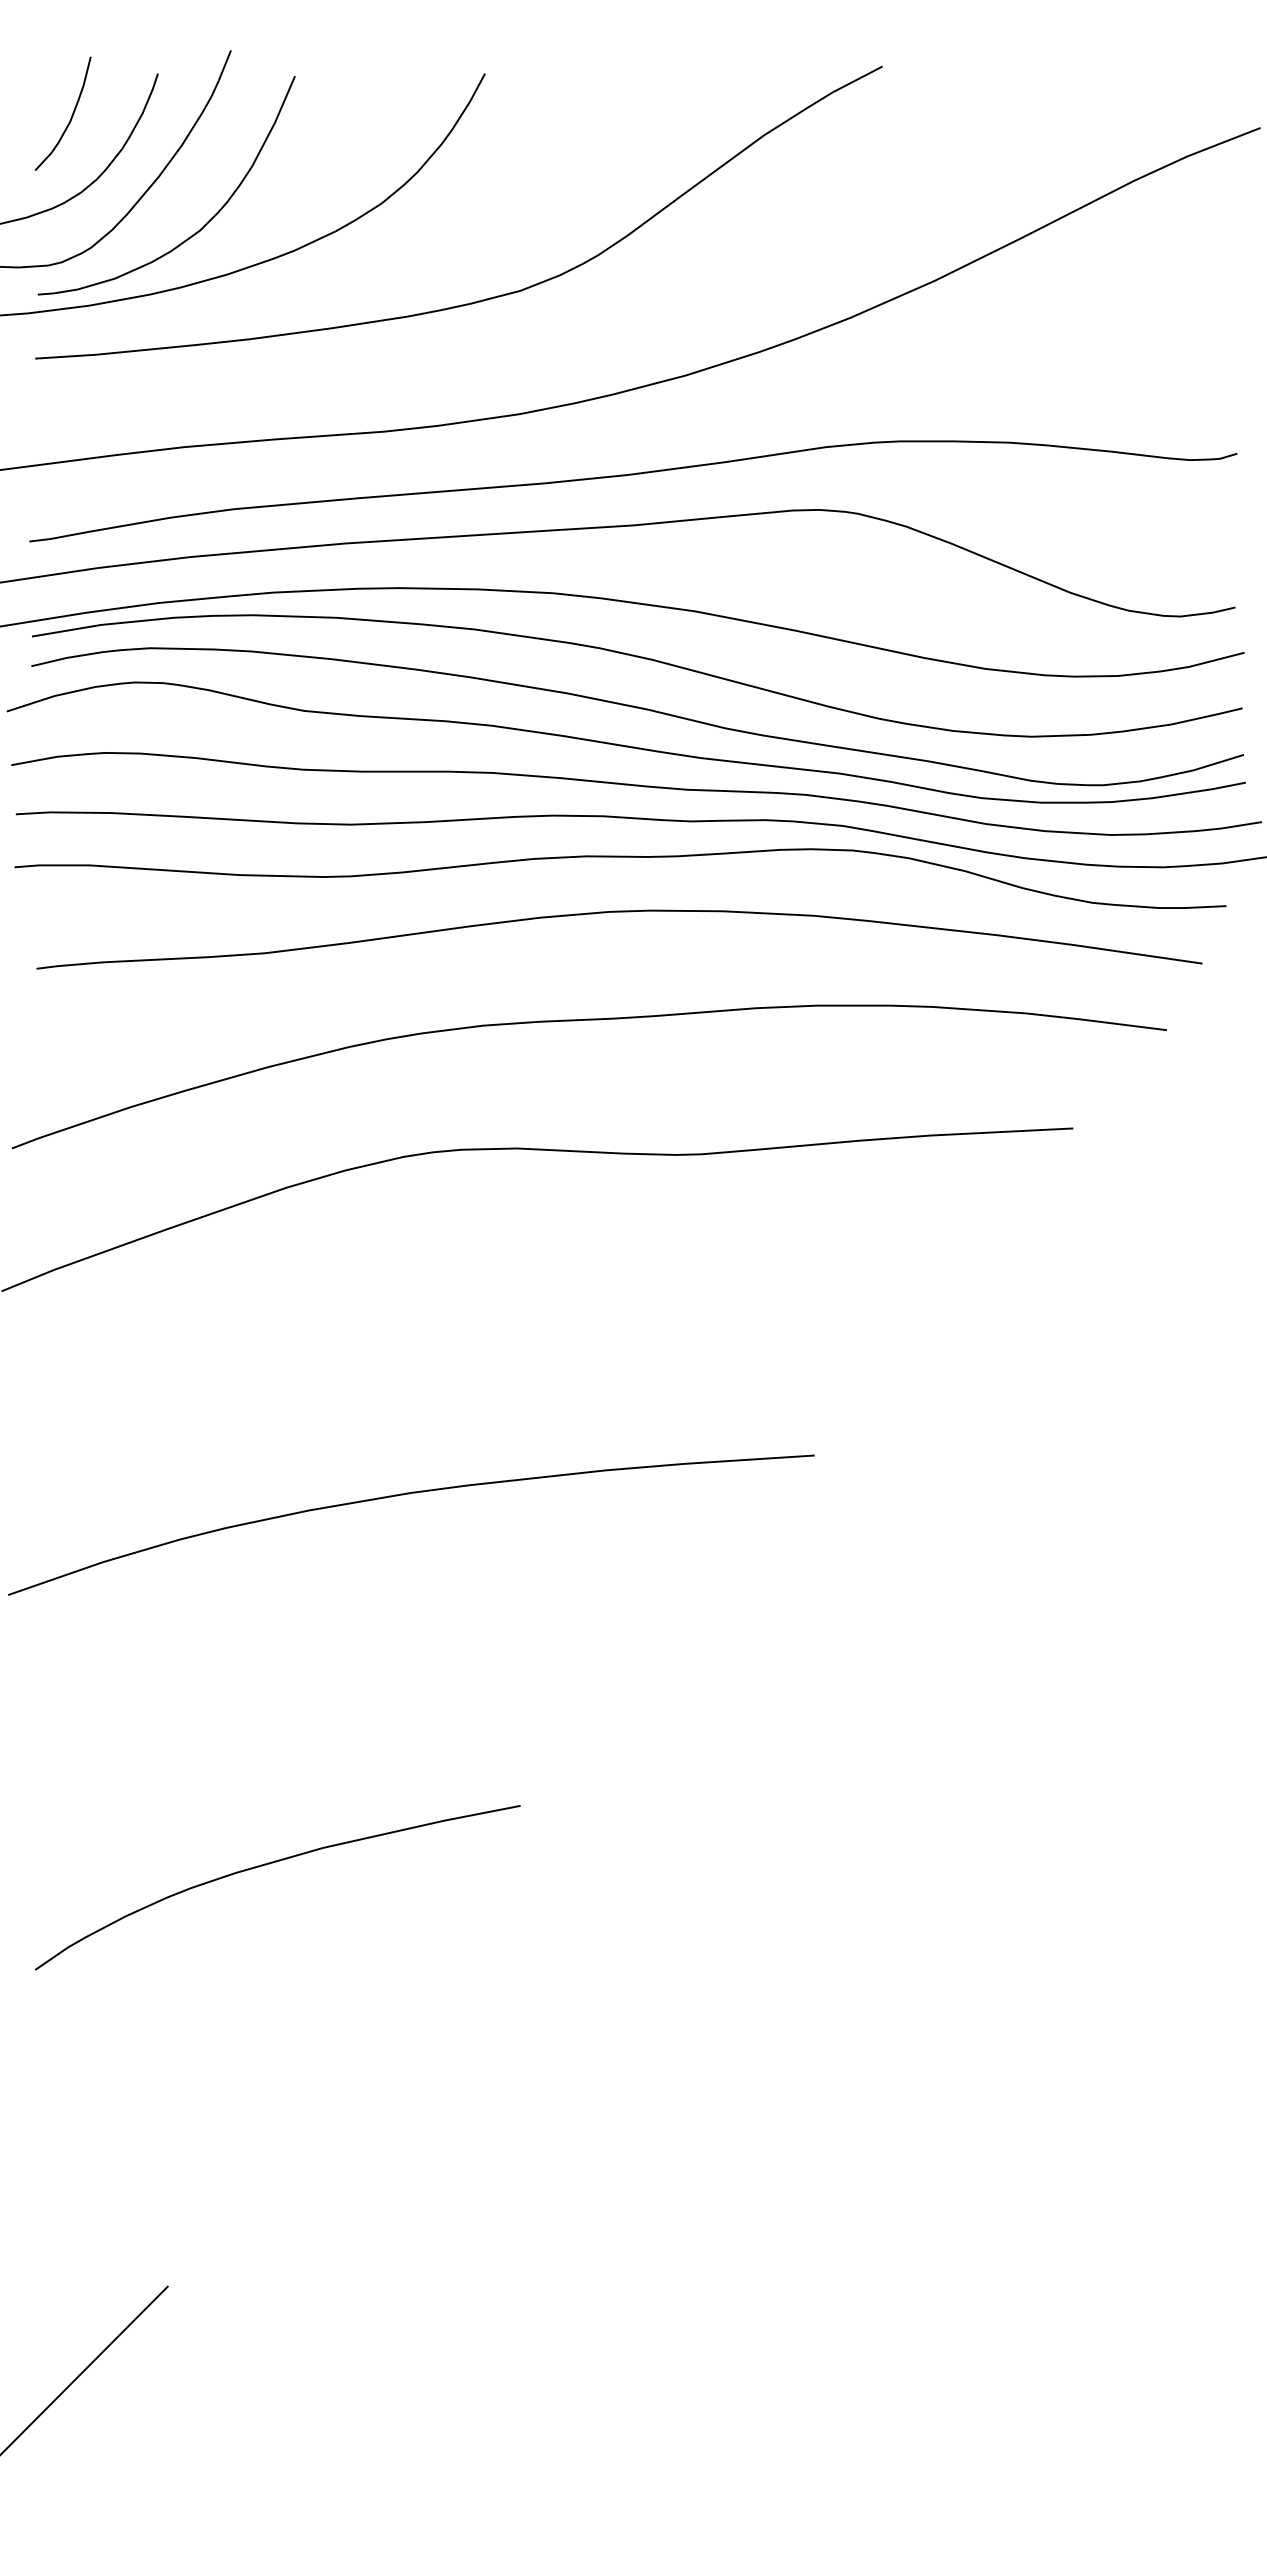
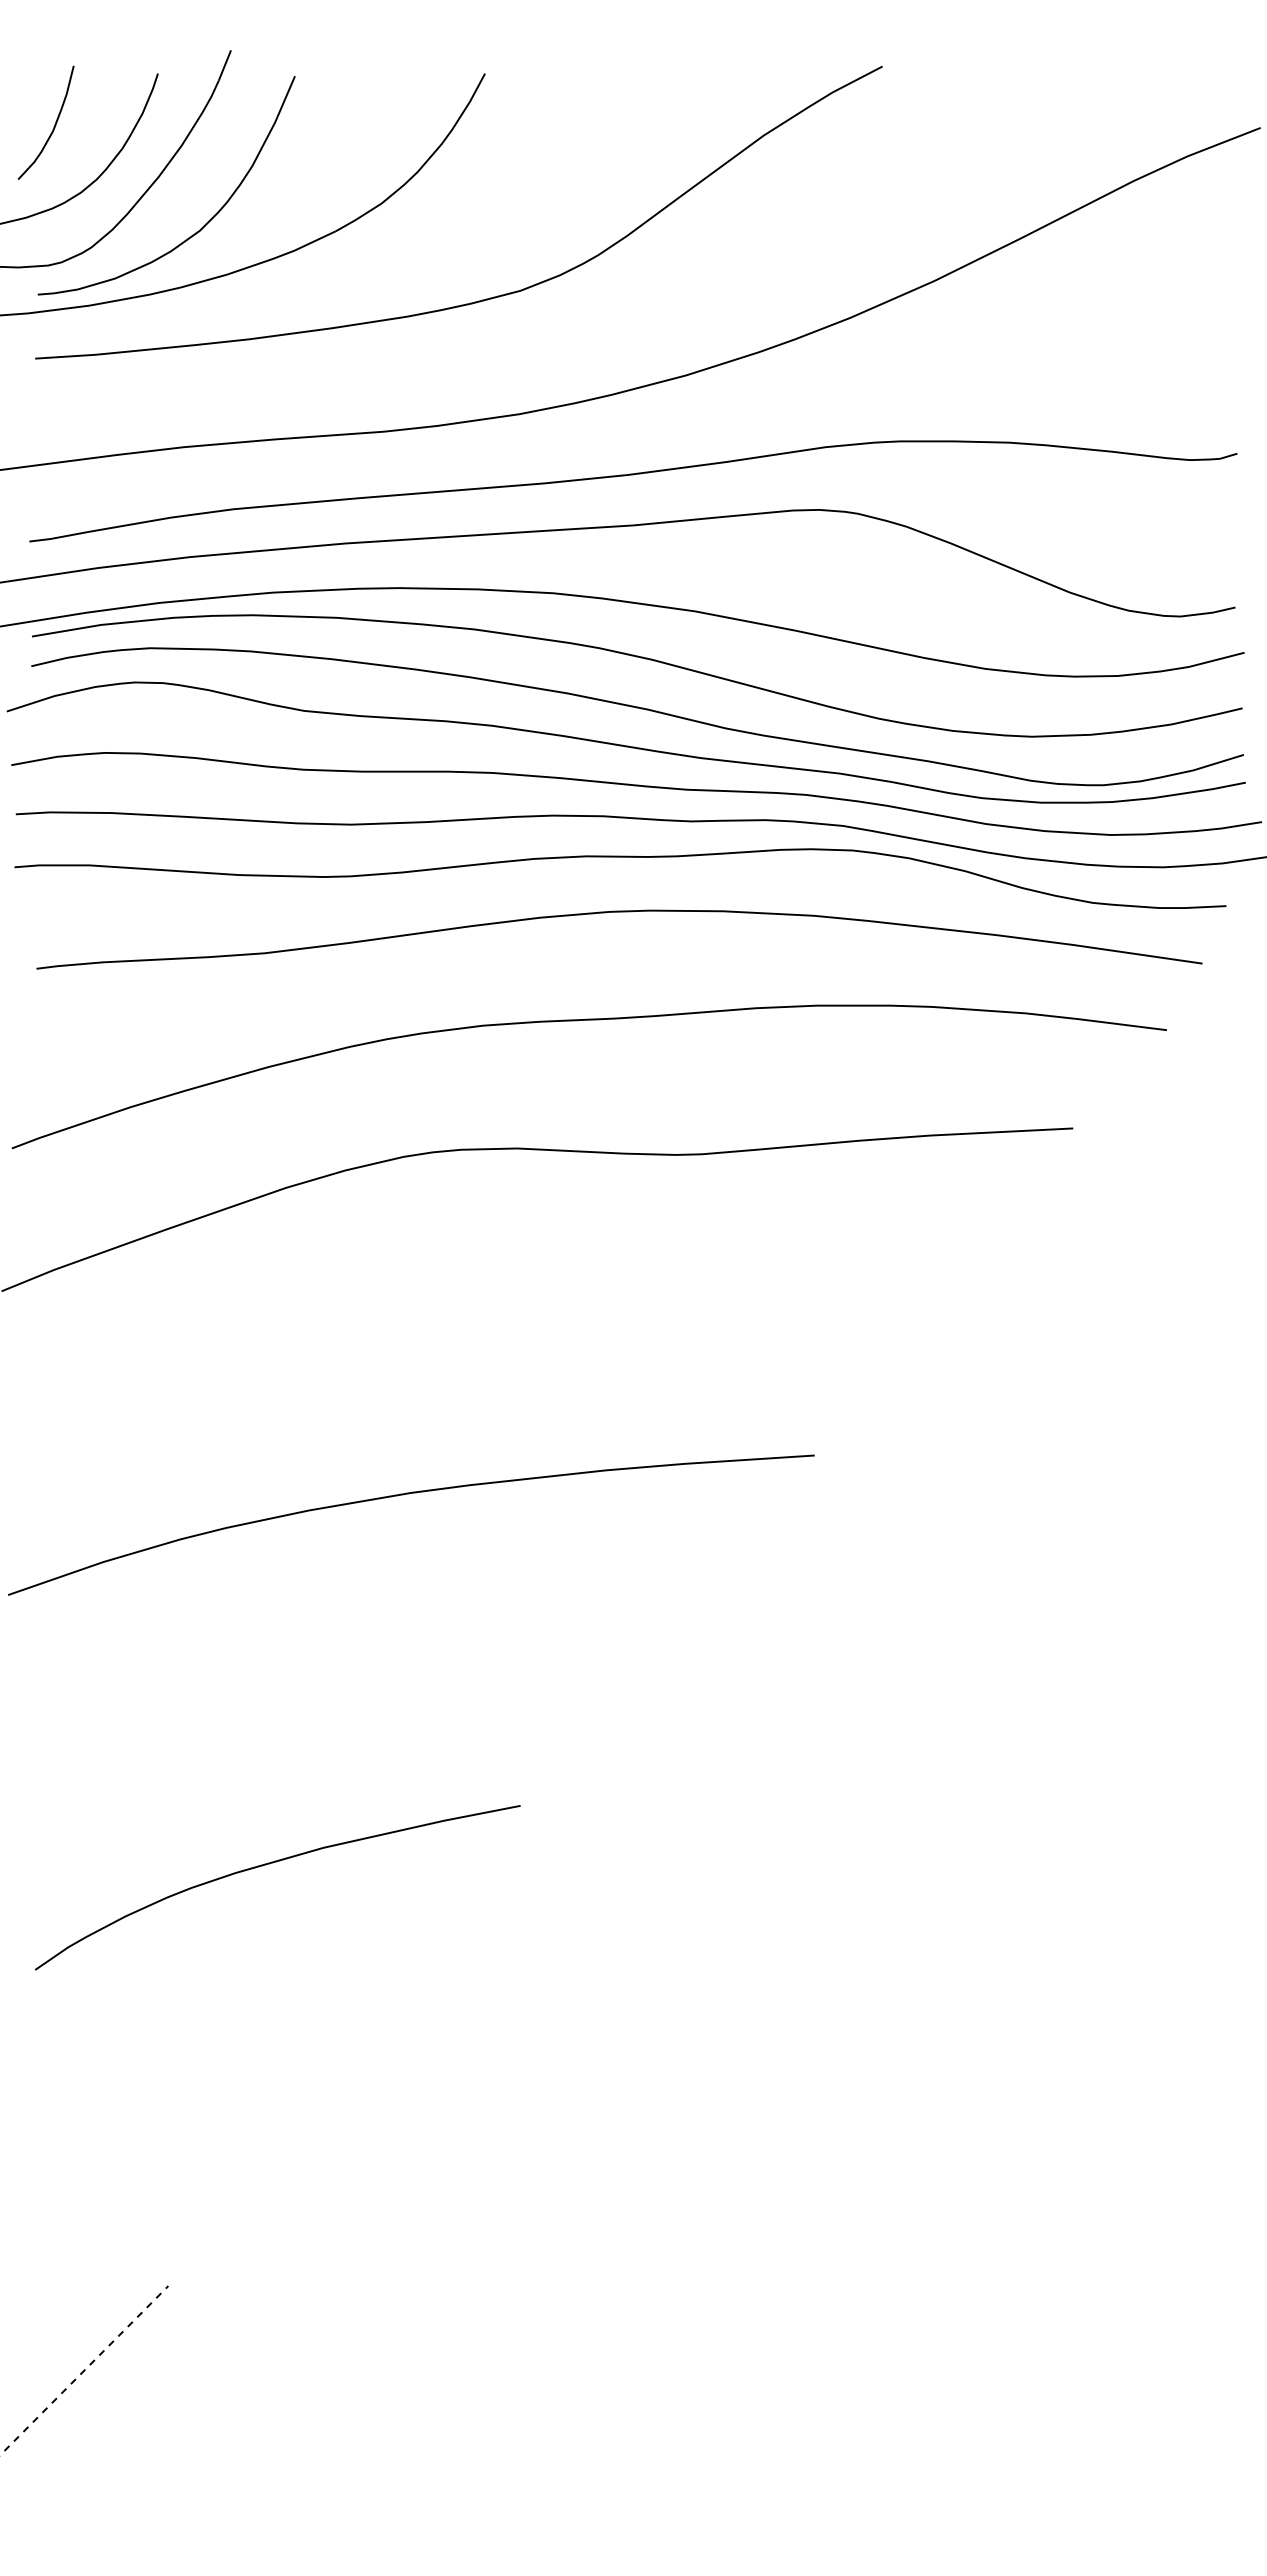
curve at (70, 117) position: (70, 117) -> (53, 126)
line at (84, 2370): solid -> dashed
